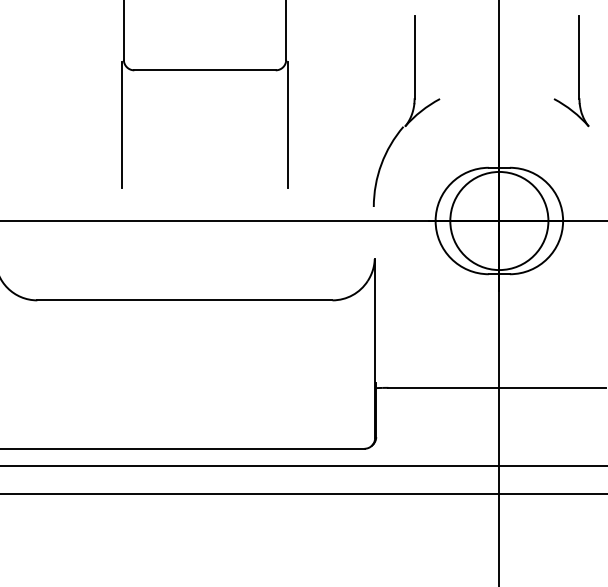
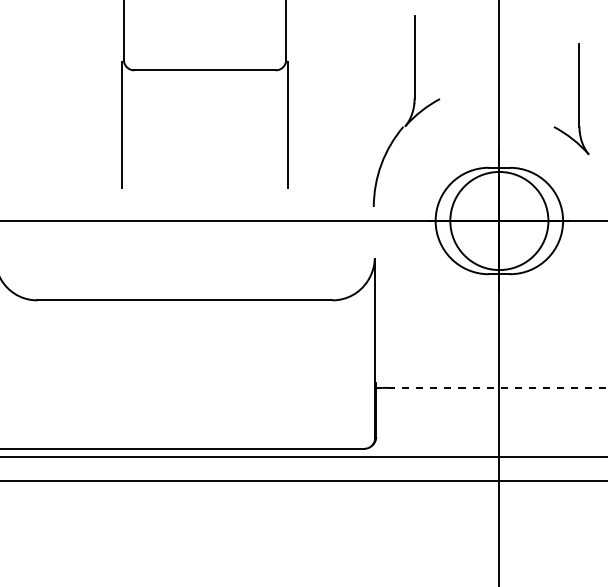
part at (578, 71) position: (578, 71) -> (578, 99)
line at (497, 387): solid -> dashed
line at (303, 466) position: (303, 466) -> (303, 457)
line at (303, 494) position: (303, 494) -> (303, 481)
